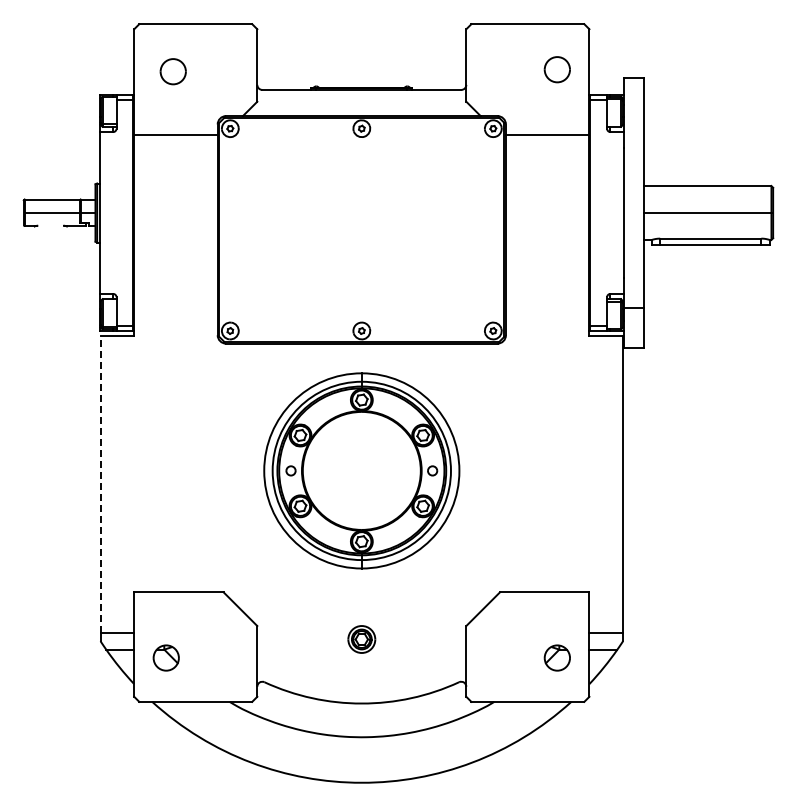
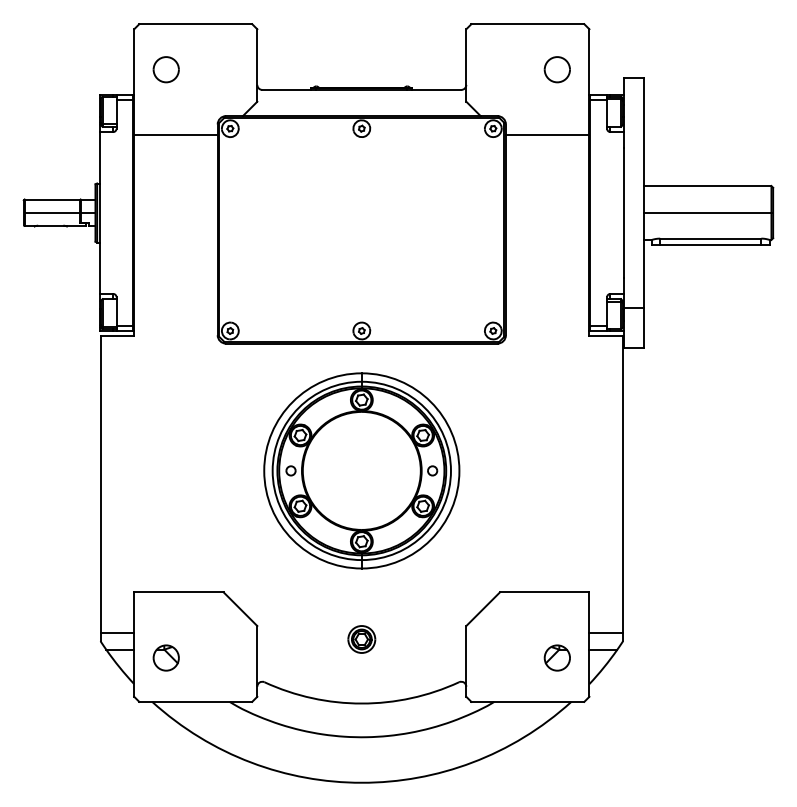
part at (172, 71) position: (172, 71) -> (165, 69)
line at (50, 225): none -> present
line at (100, 483): dashed -> solid
